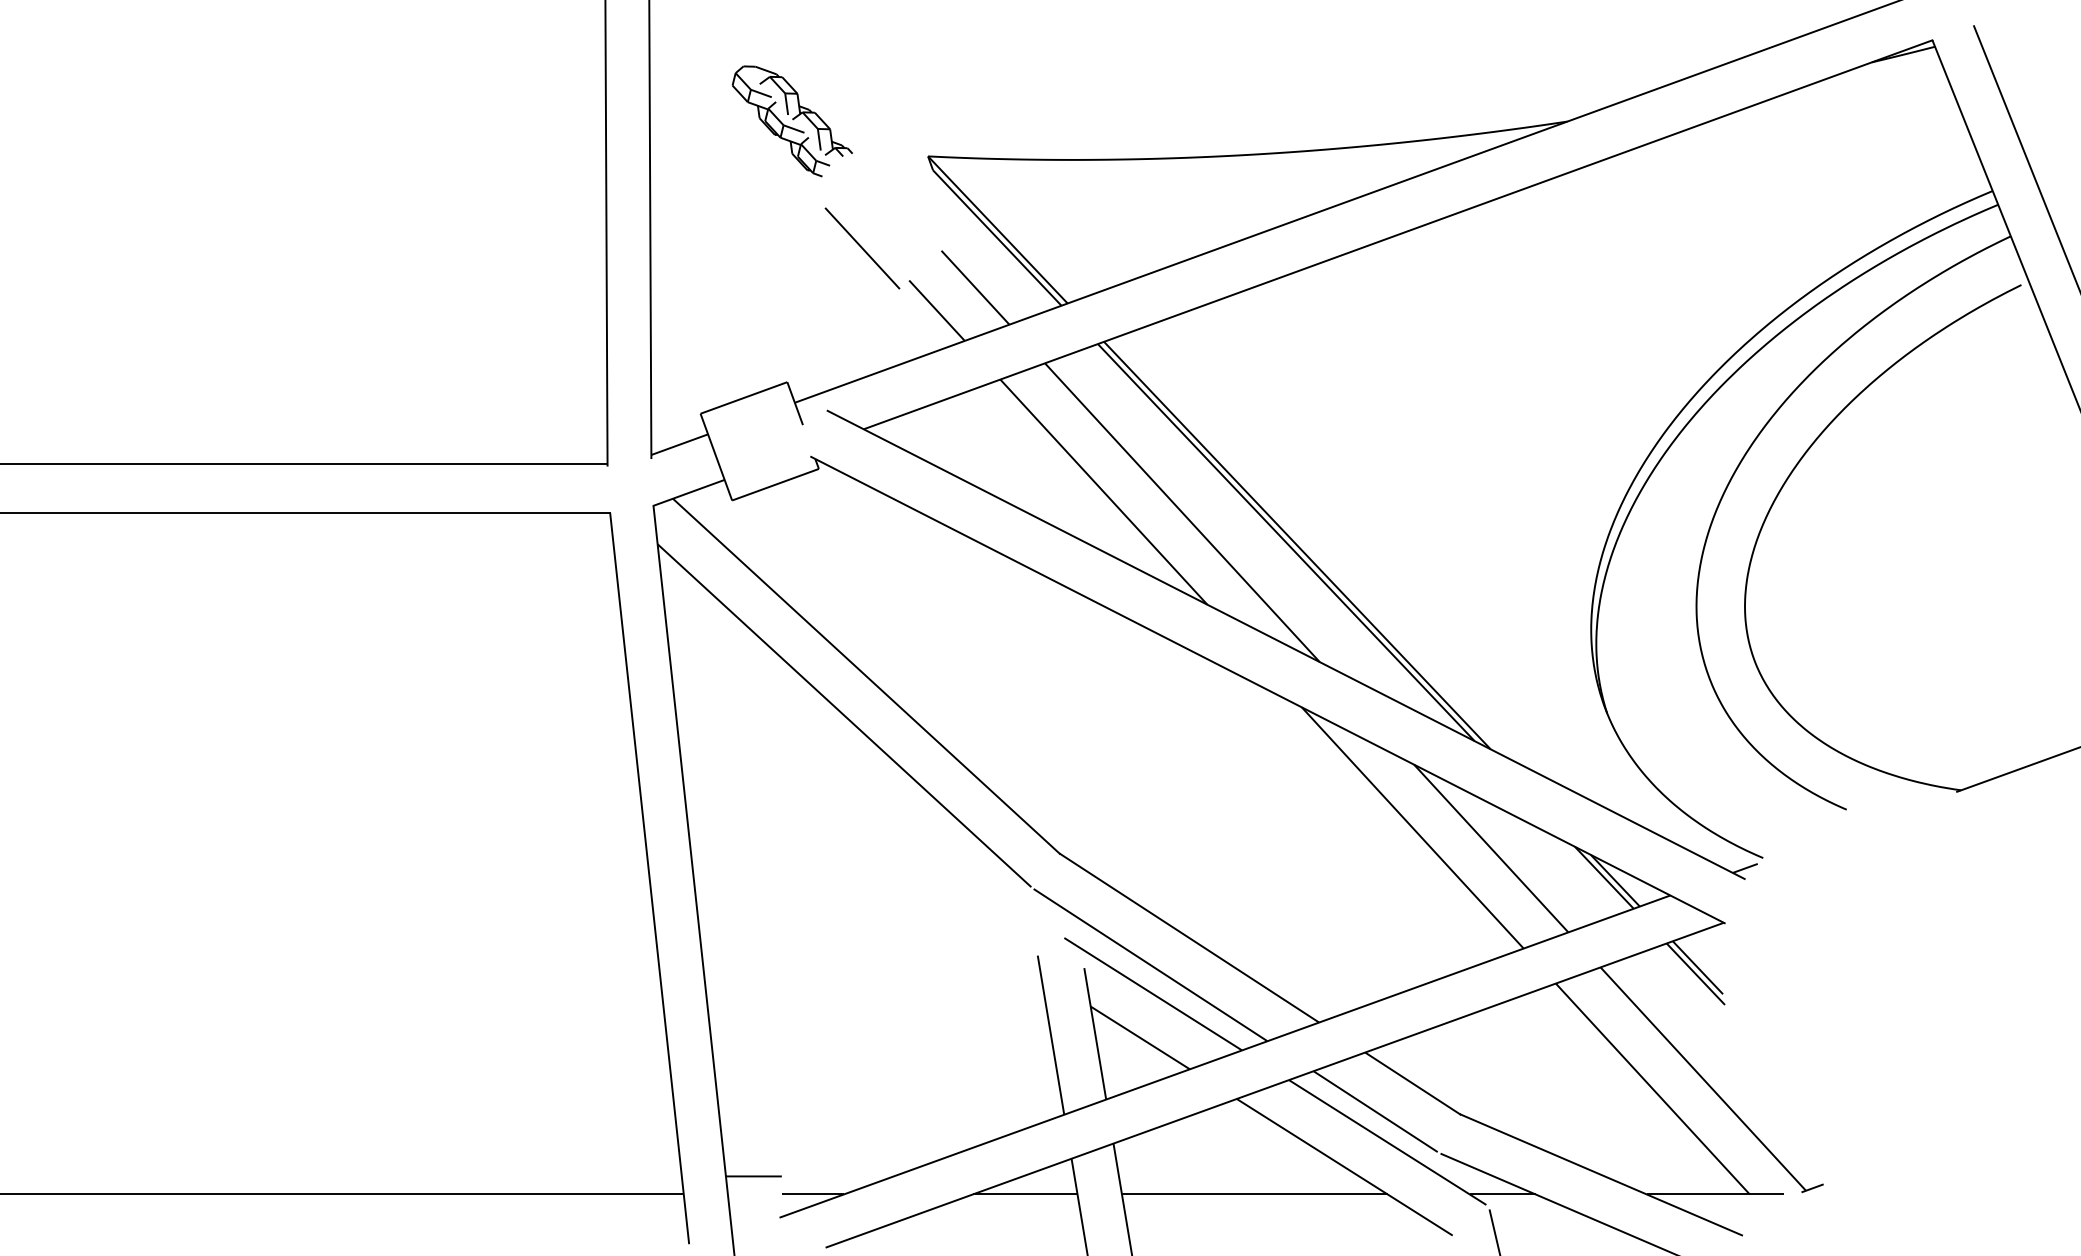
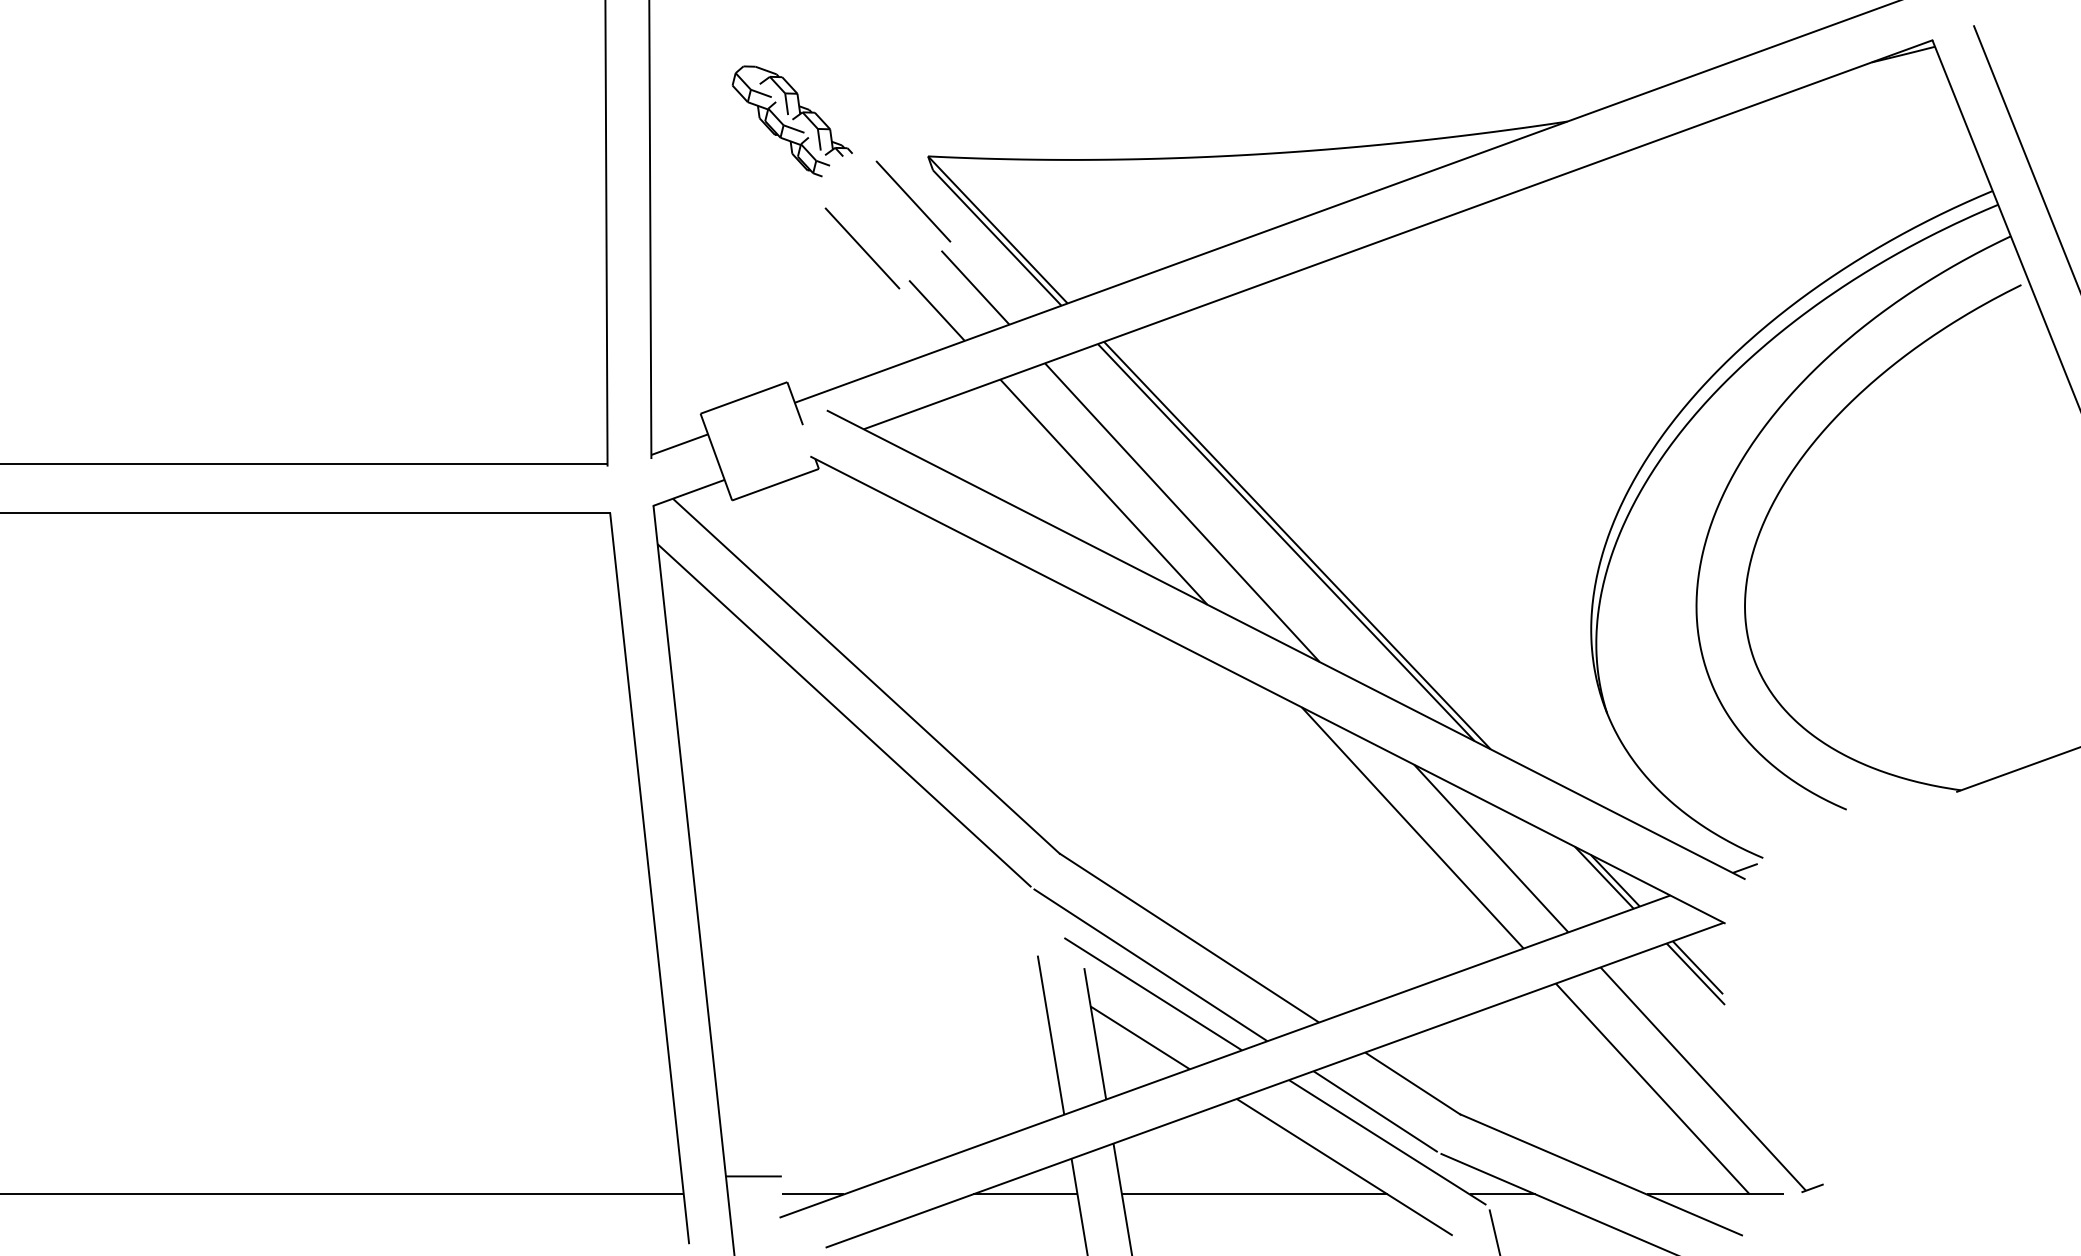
line at (913, 201): none -> present
